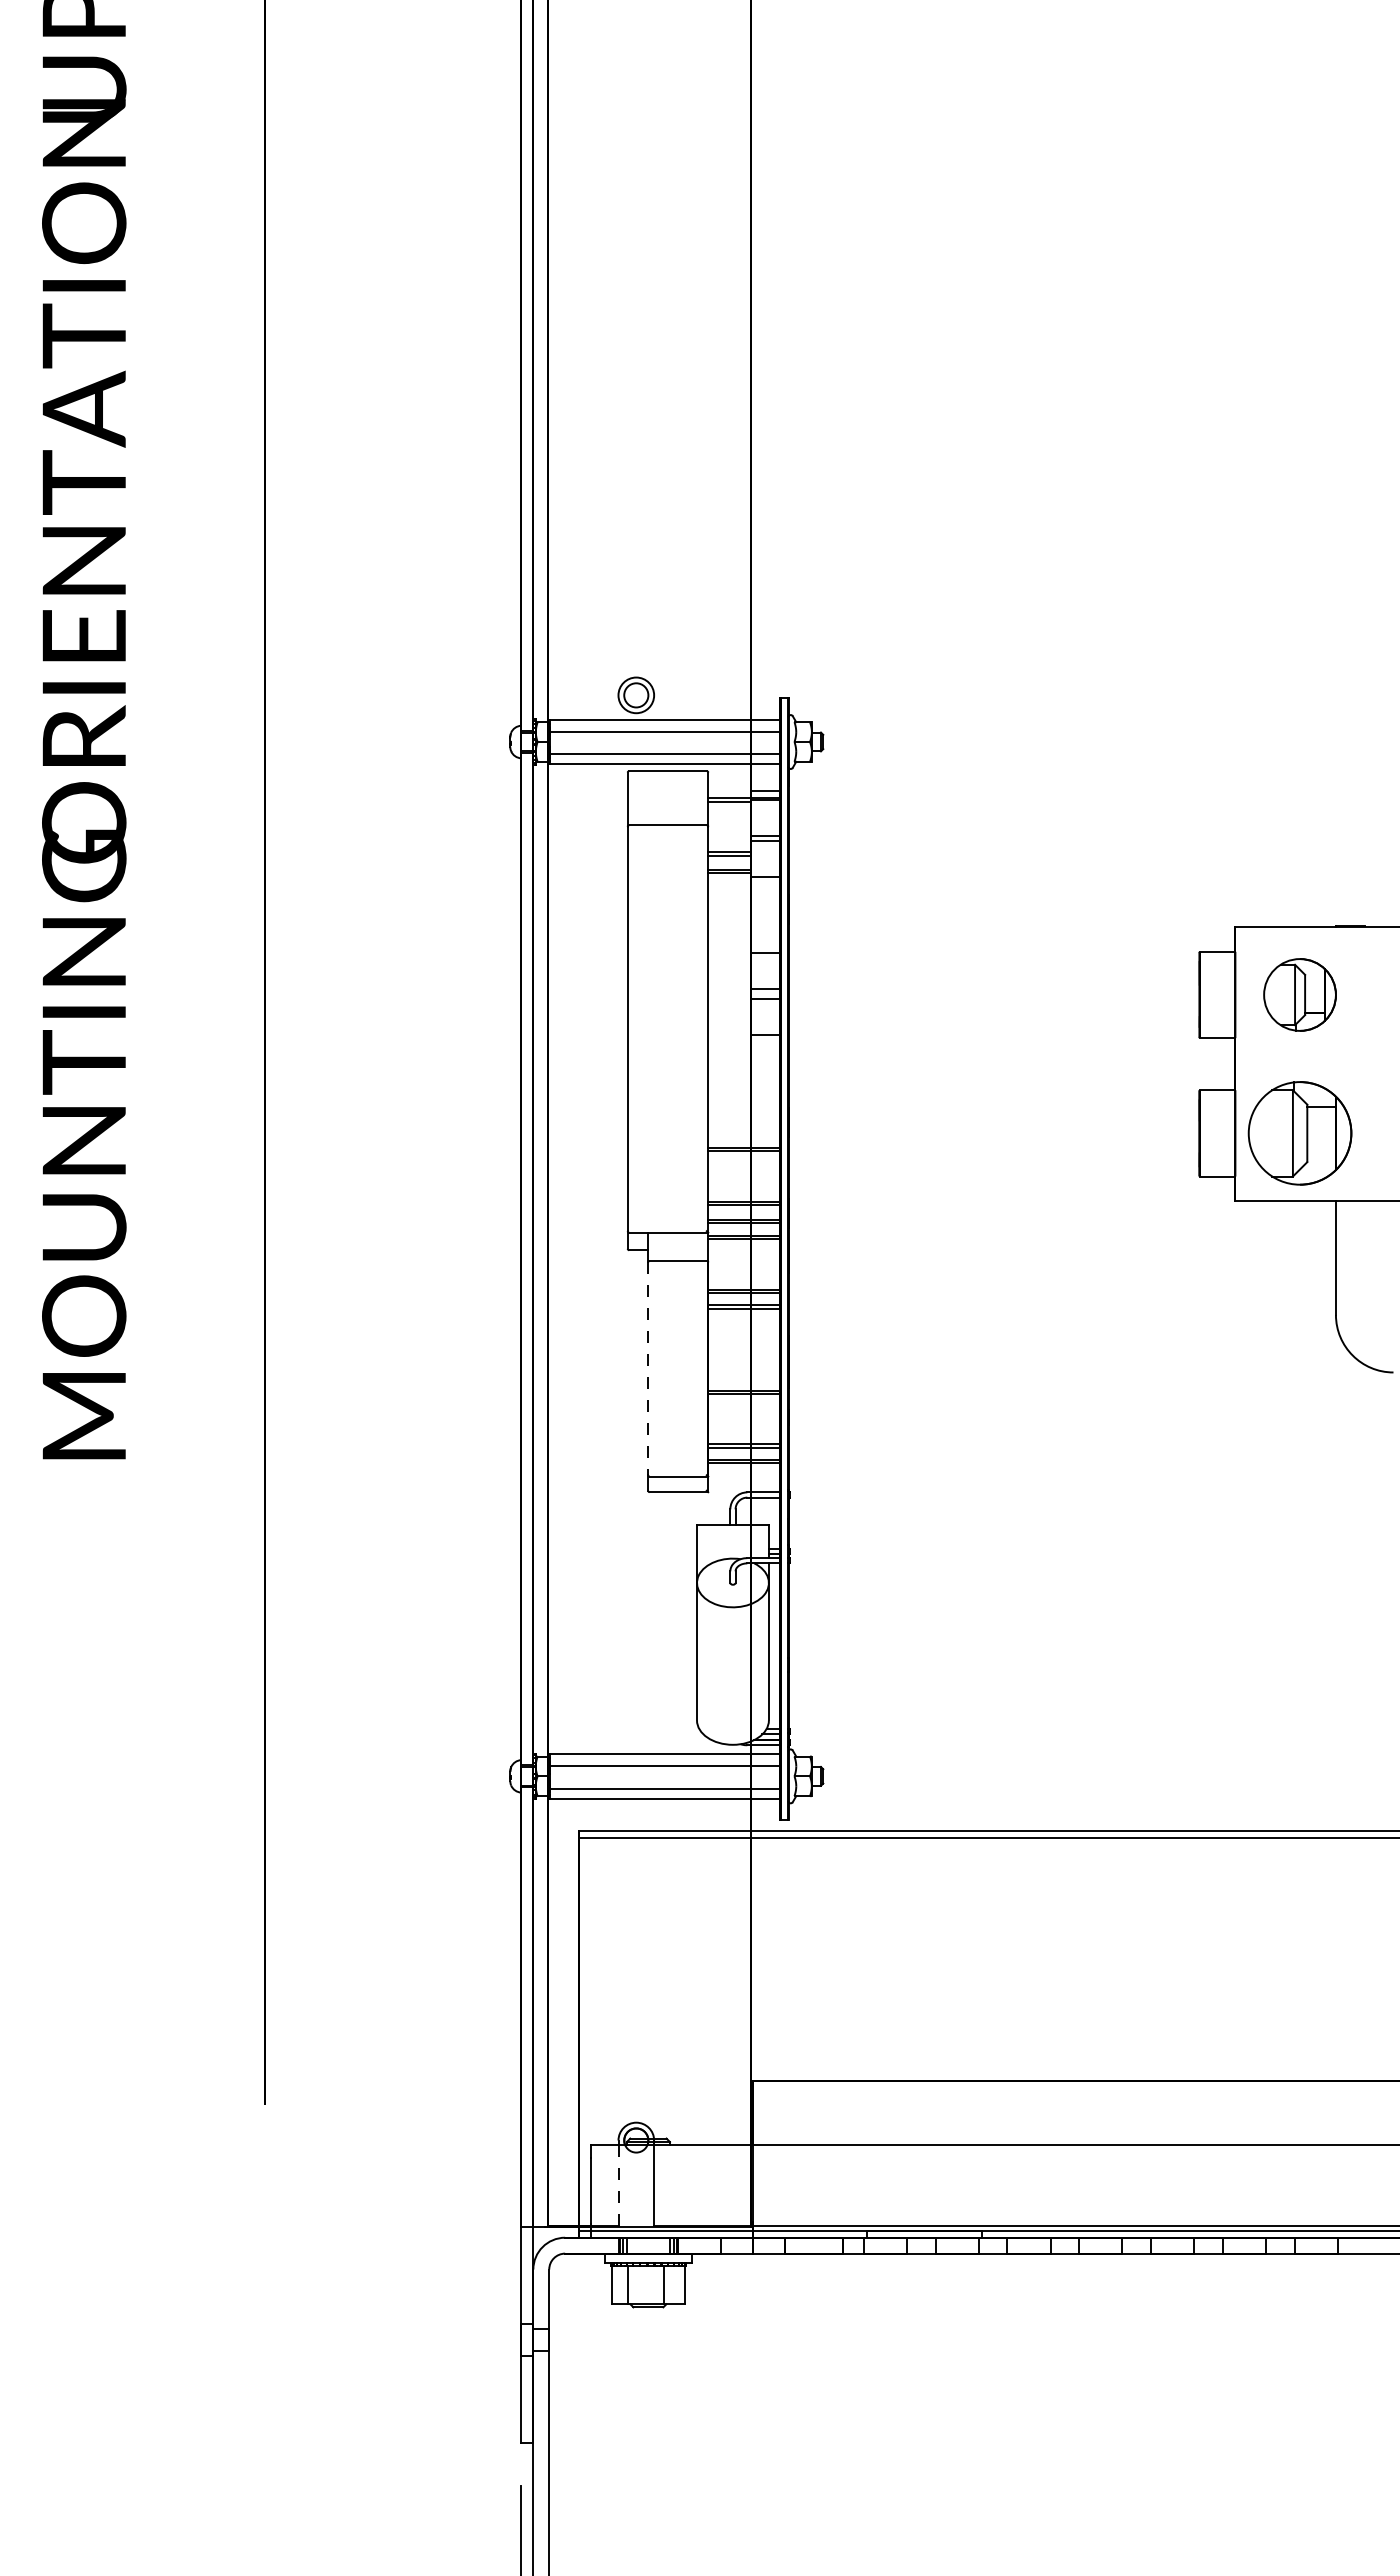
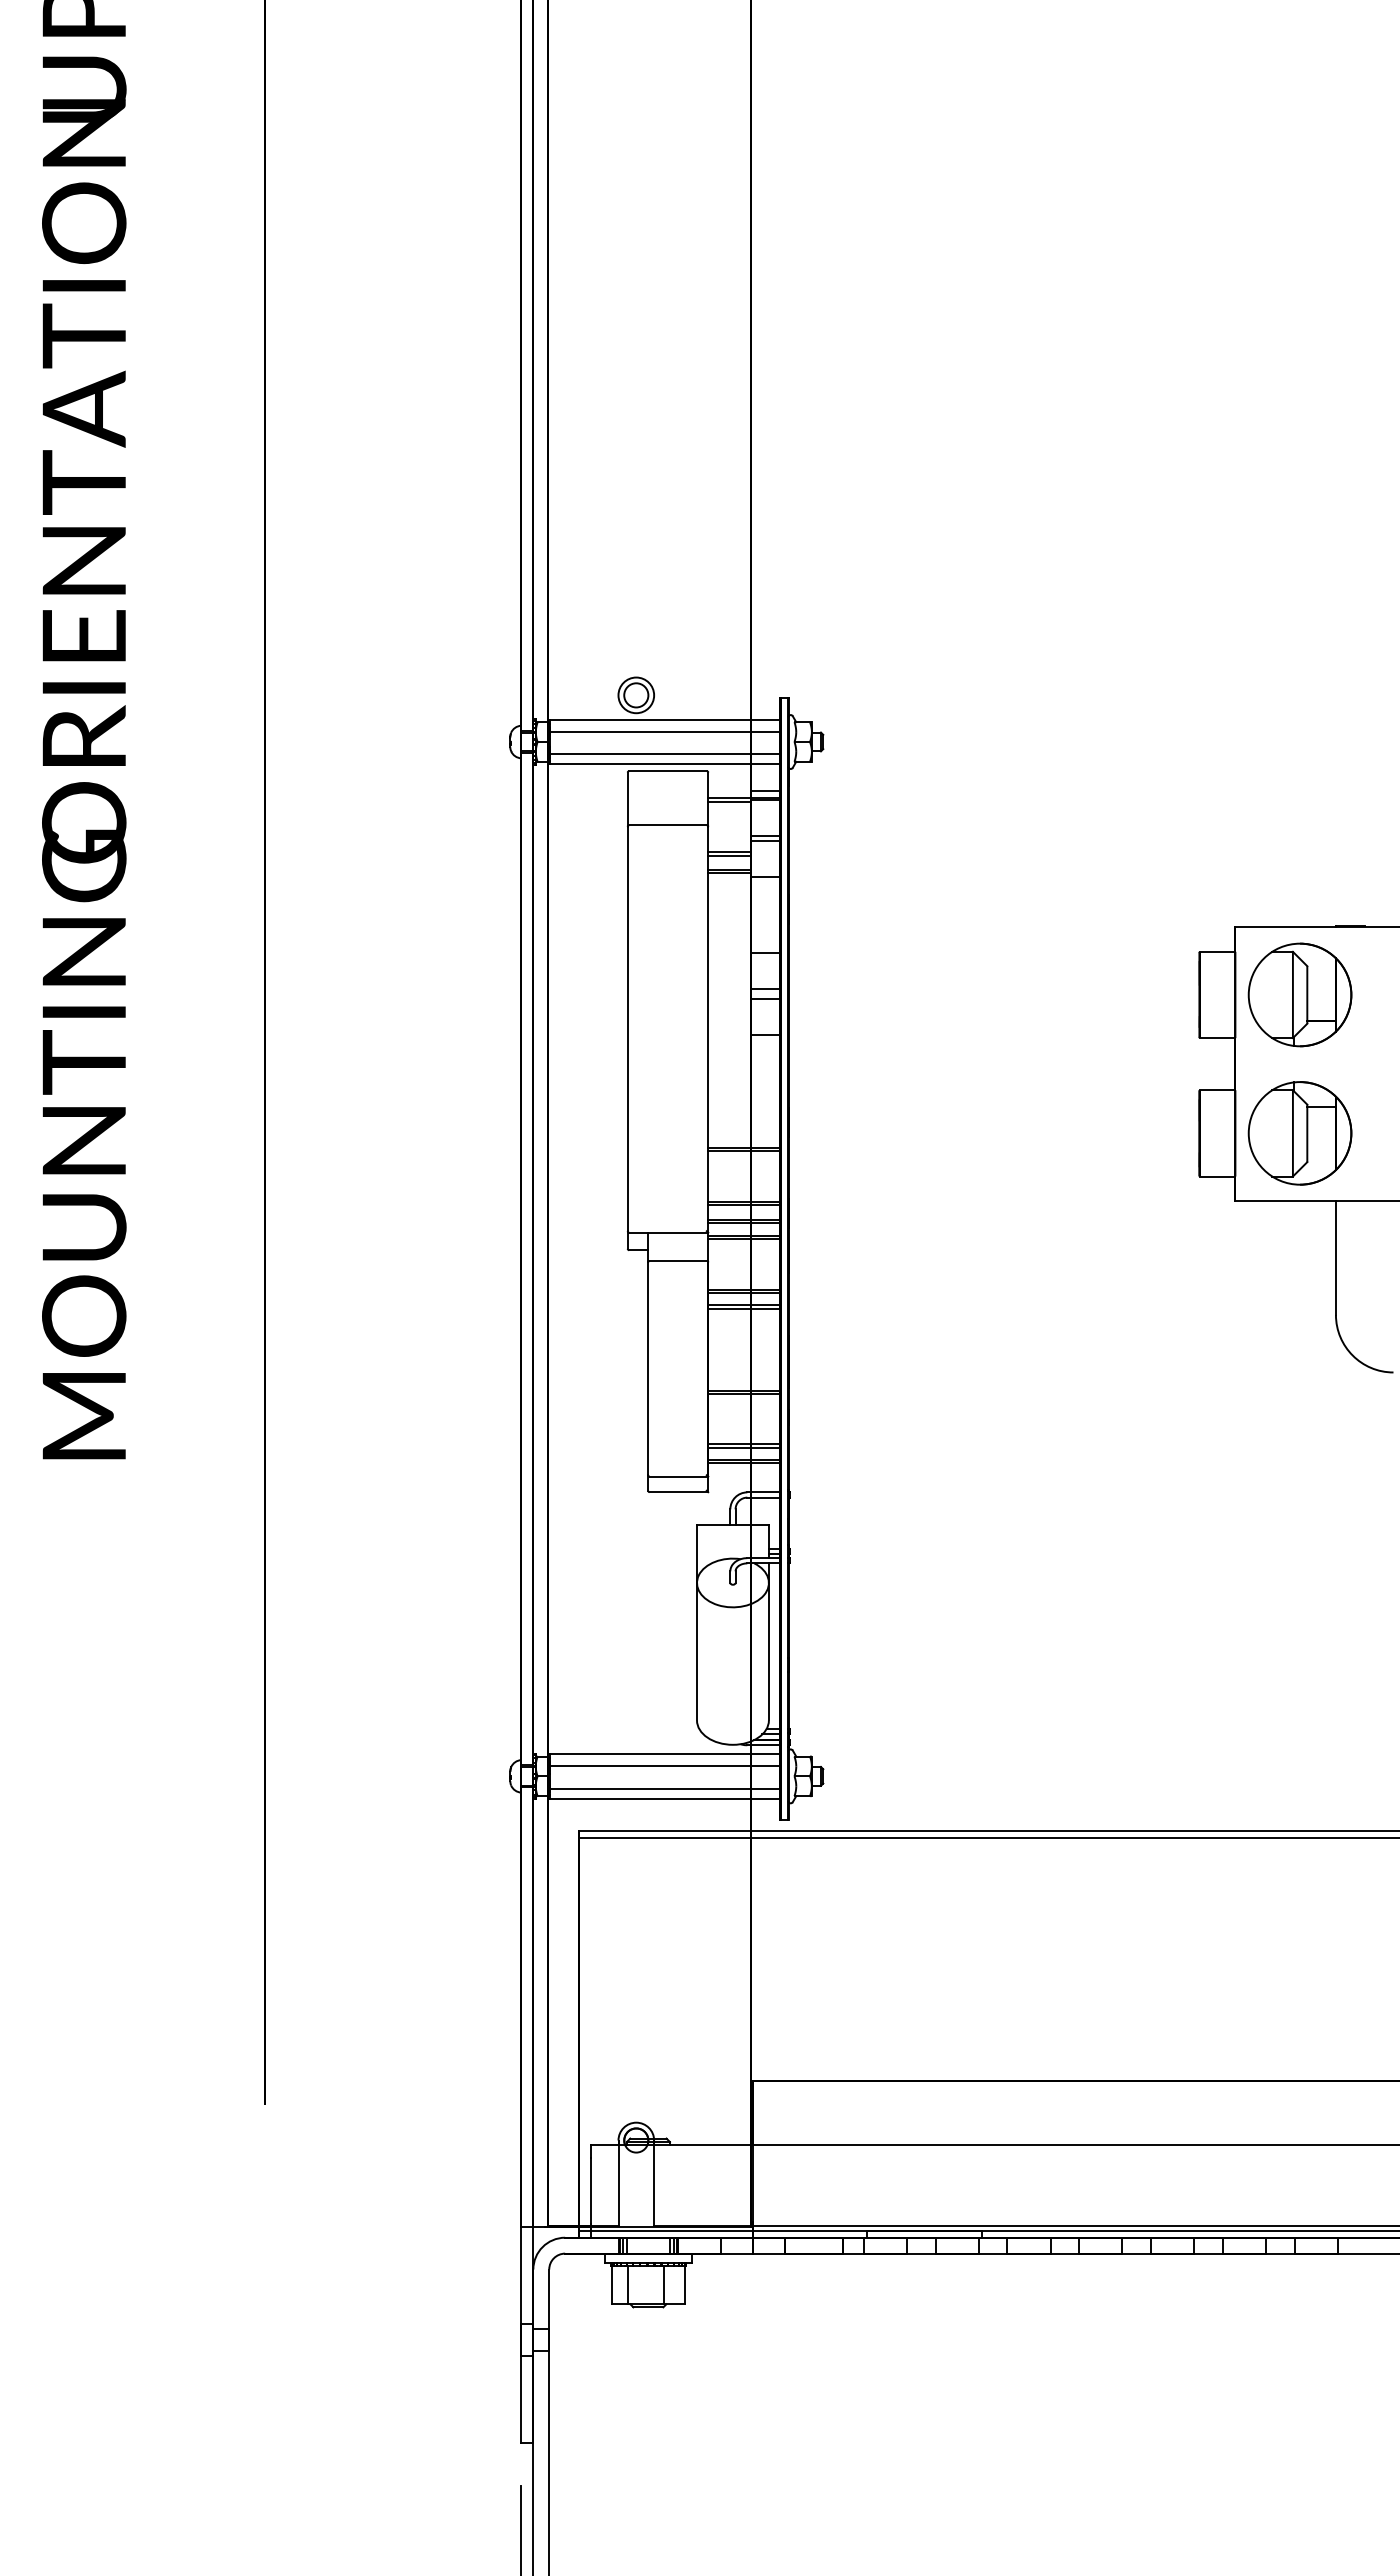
part at (1299, 994) size: 74x74 px -> 106x106 px
line at (648, 1369): dashed -> solid
line at (618, 2183): dashed -> solid
